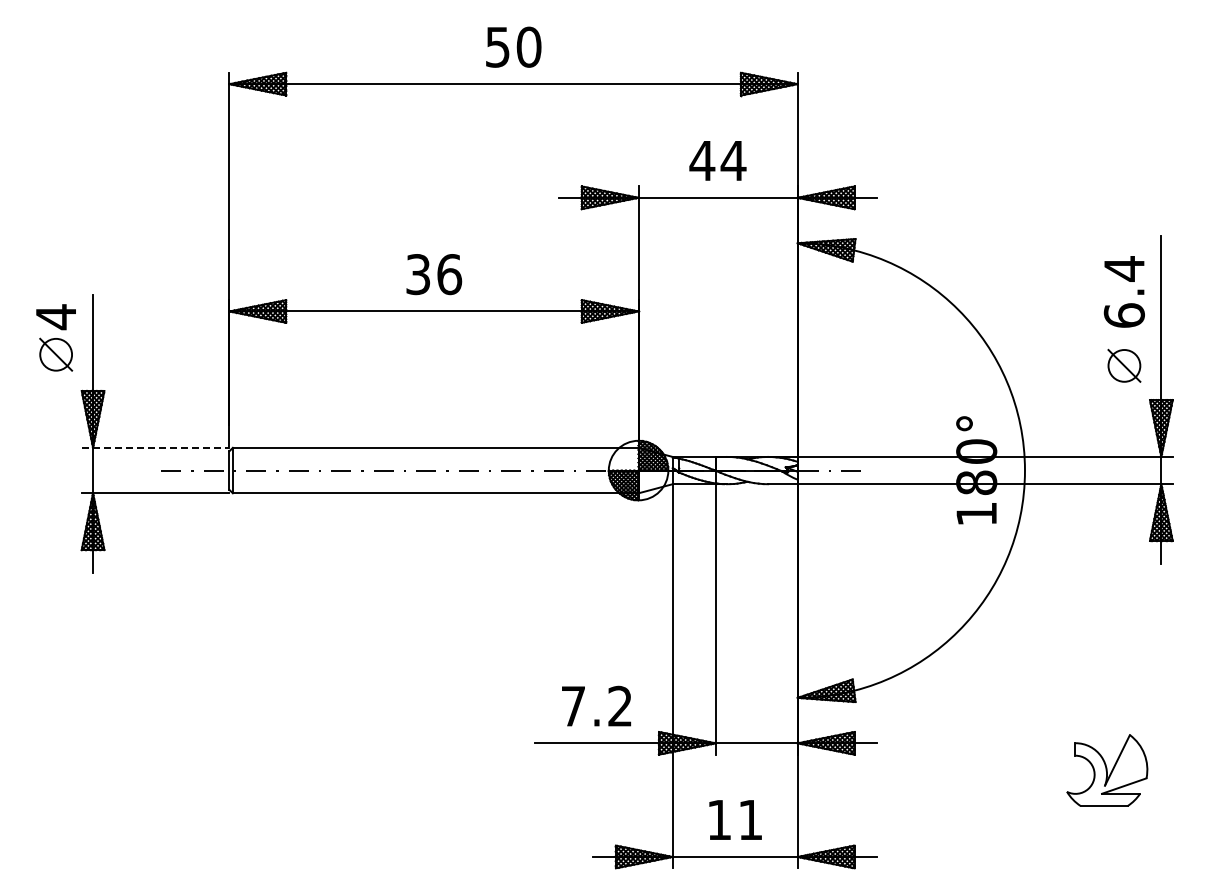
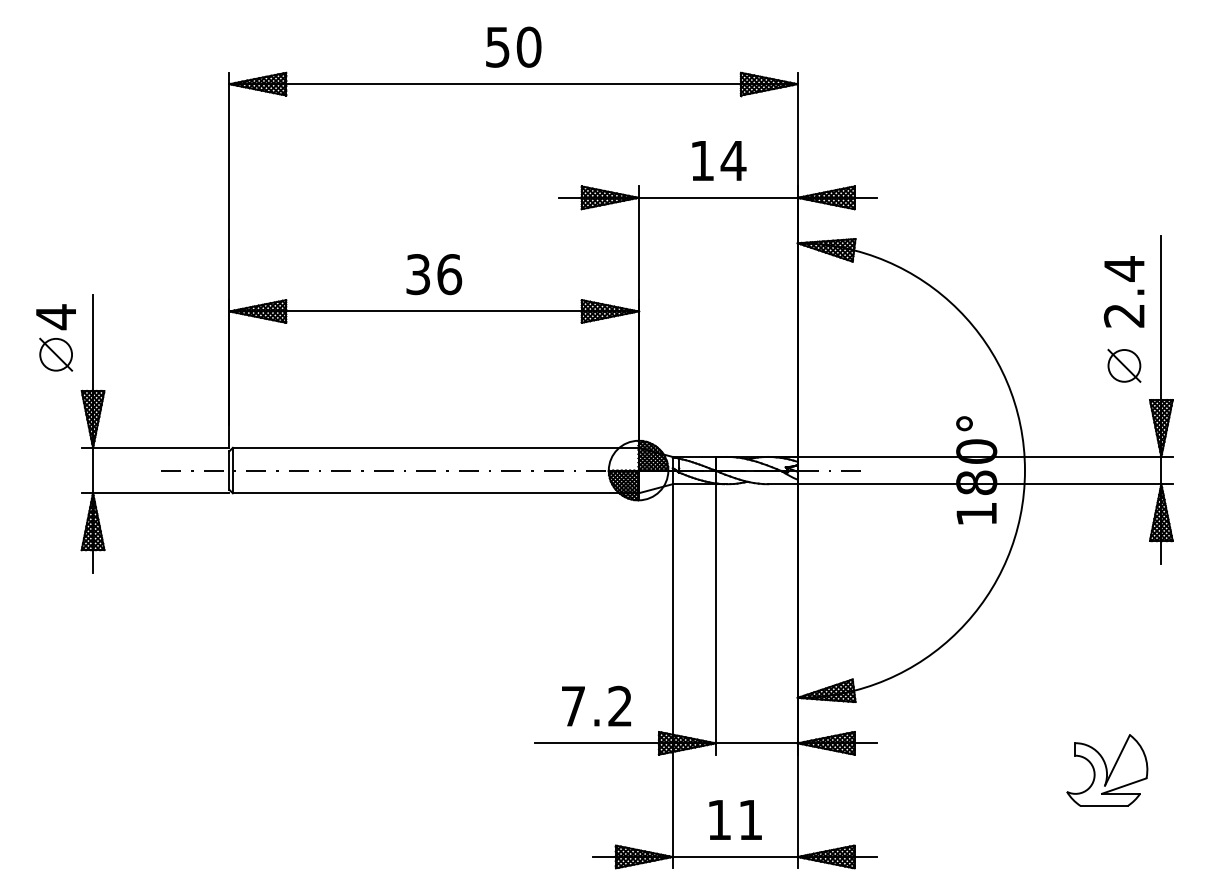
text at (702, 160): 44 -> 14
text at (1123, 315): 6.4 -> 2.4
line at (155, 447): dashed -> solid
